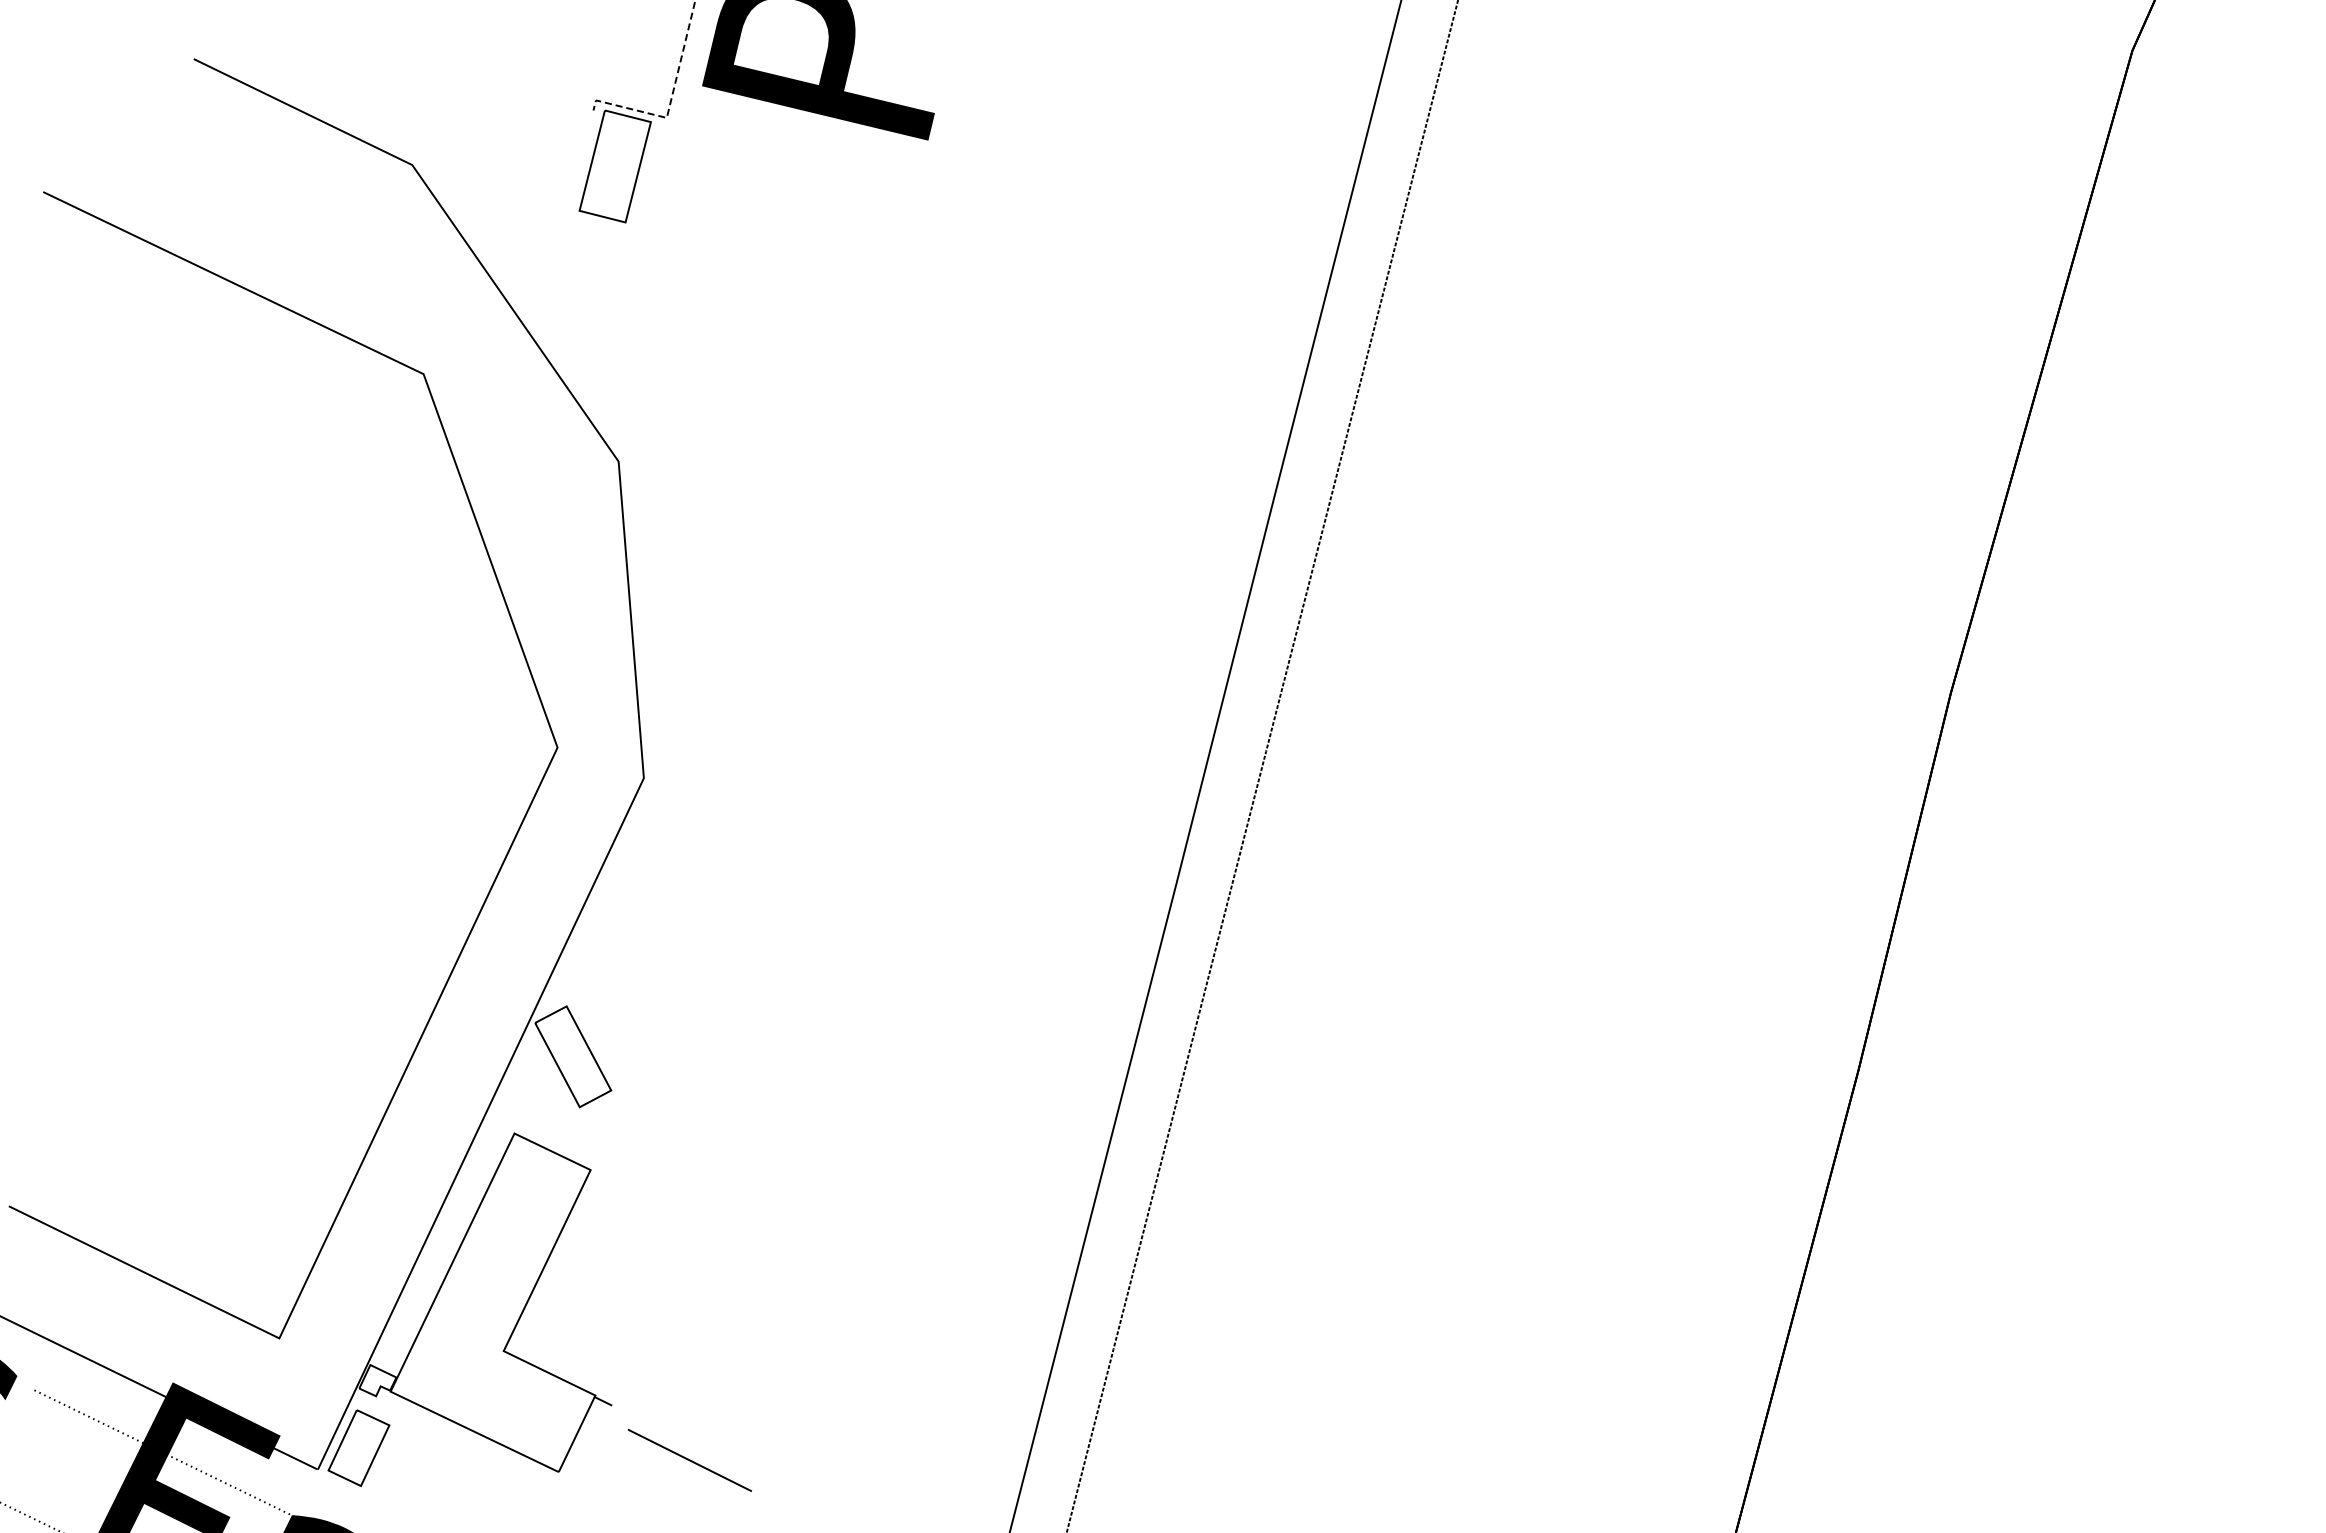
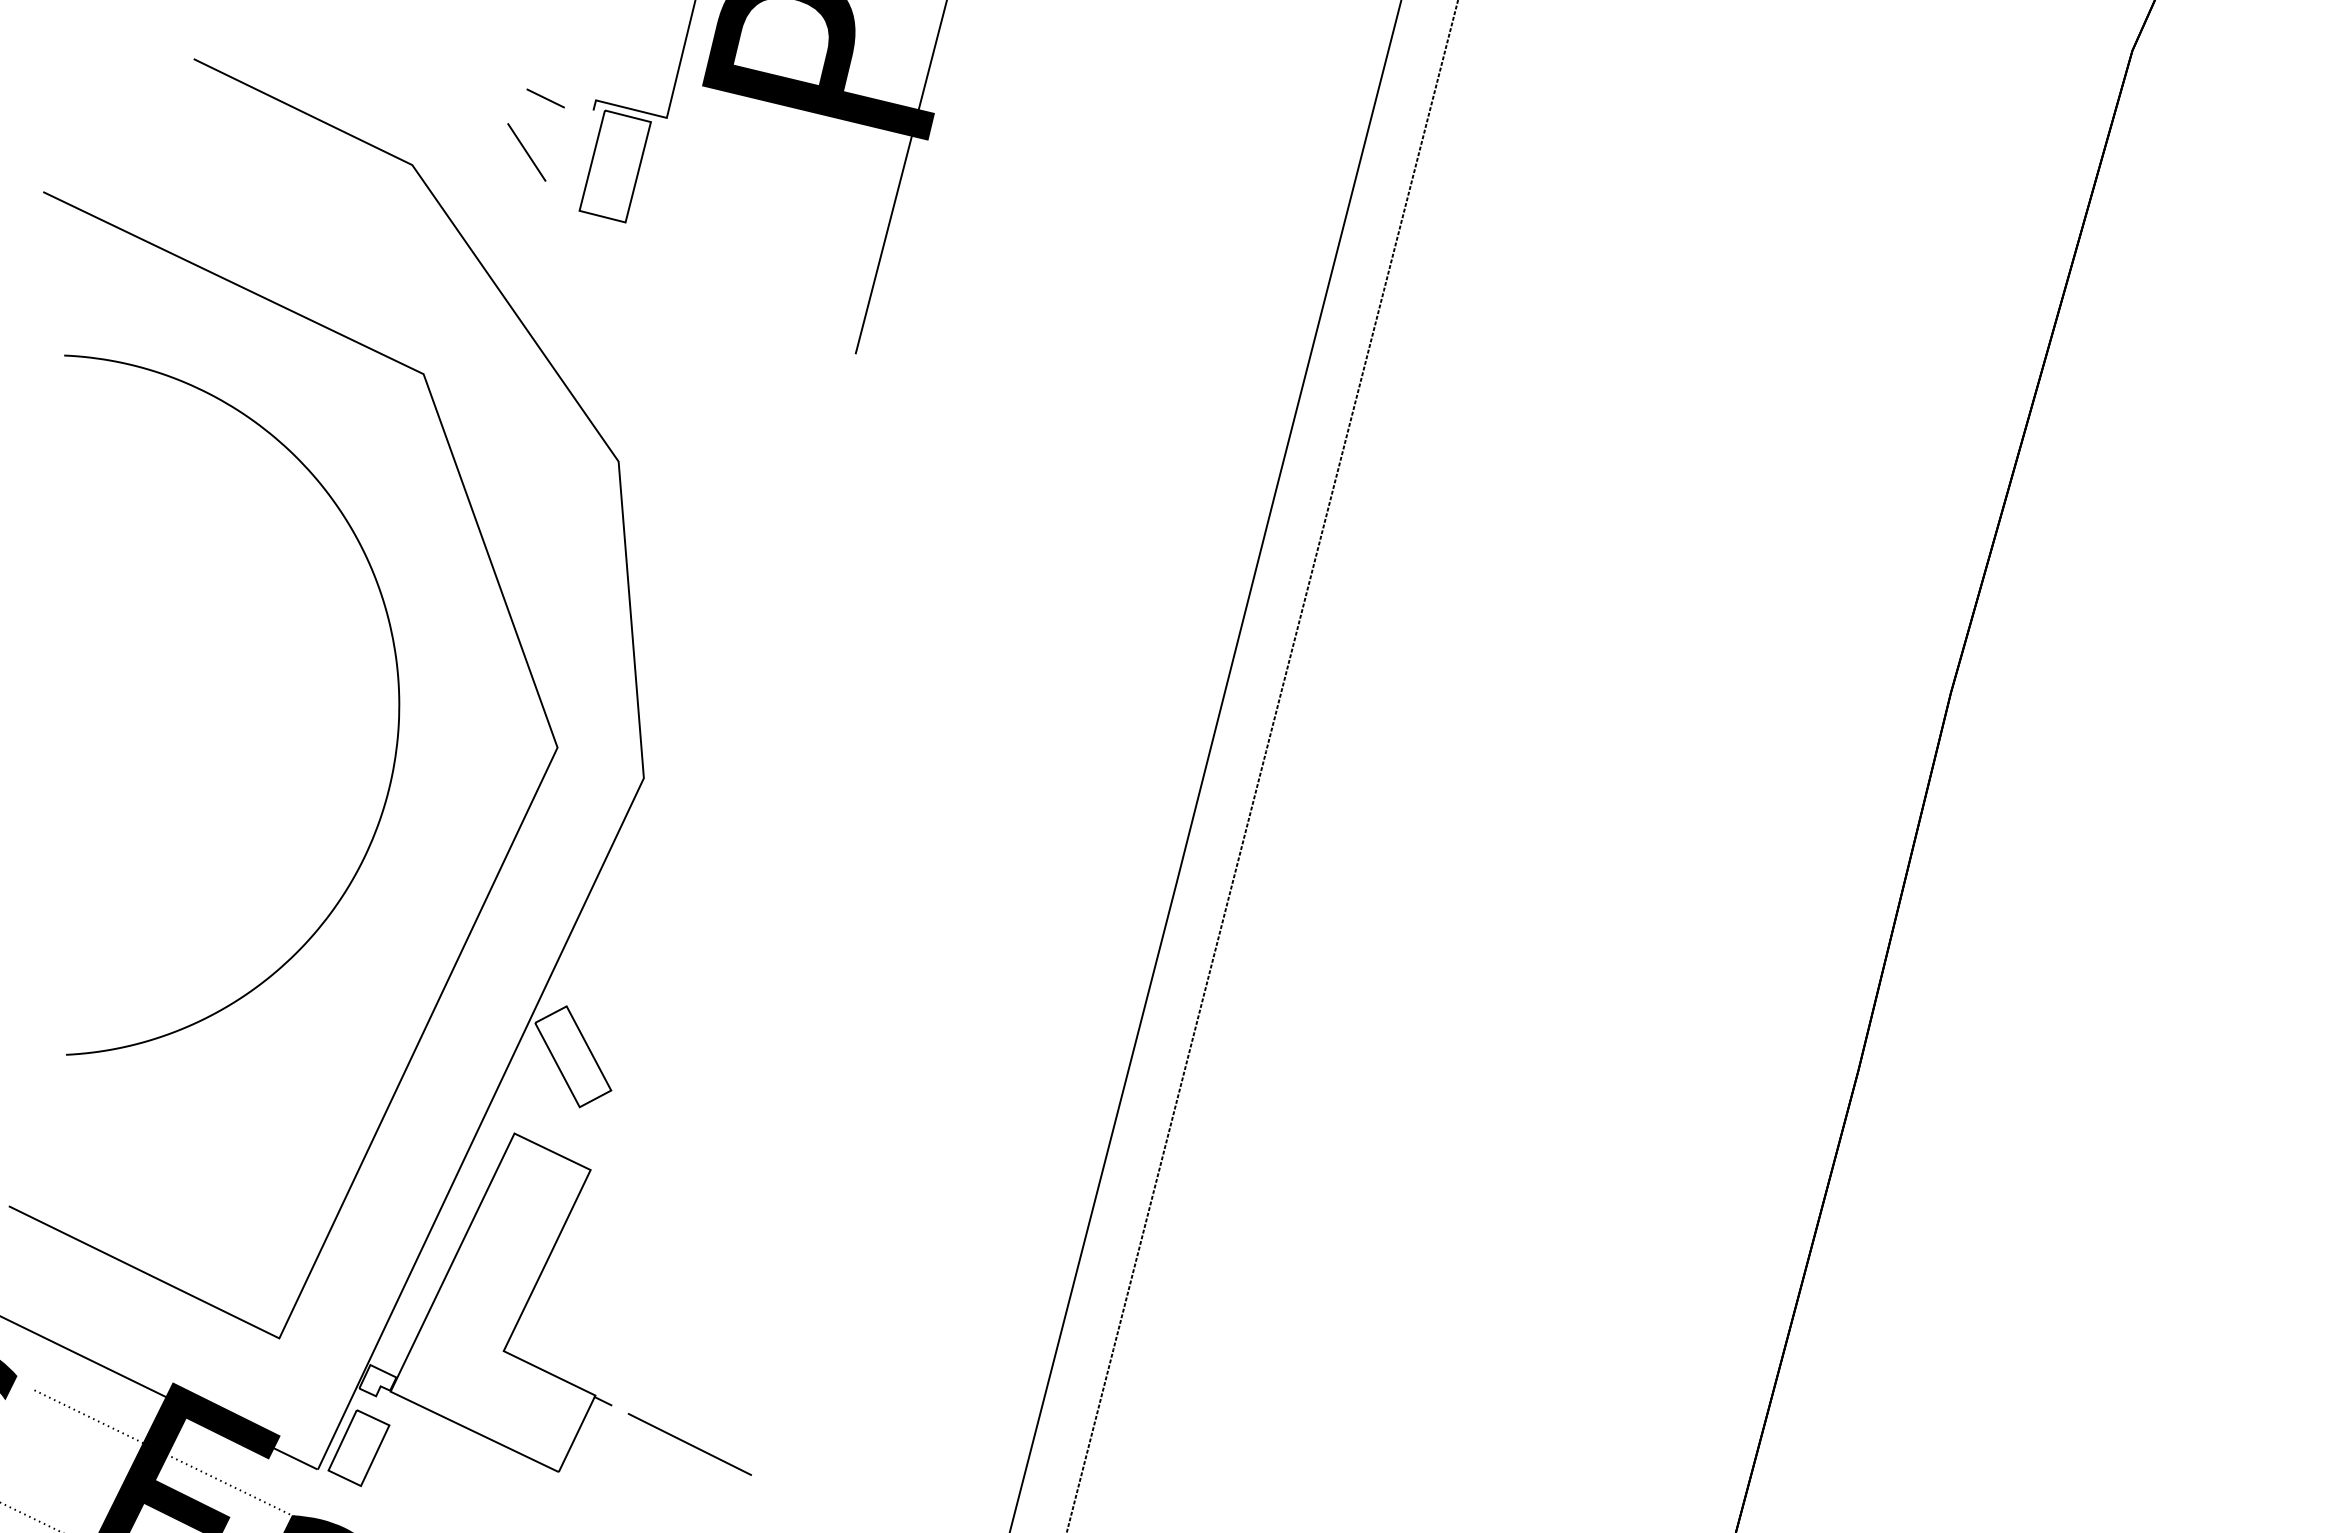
line at (545, 98): none -> present
line at (670, 101): dashed -> solid
line at (526, 152): none -> present
line at (900, 177): none -> present
curve at (397, 686): none -> present
line at (689, 1460) position: (689, 1460) -> (689, 1444)
